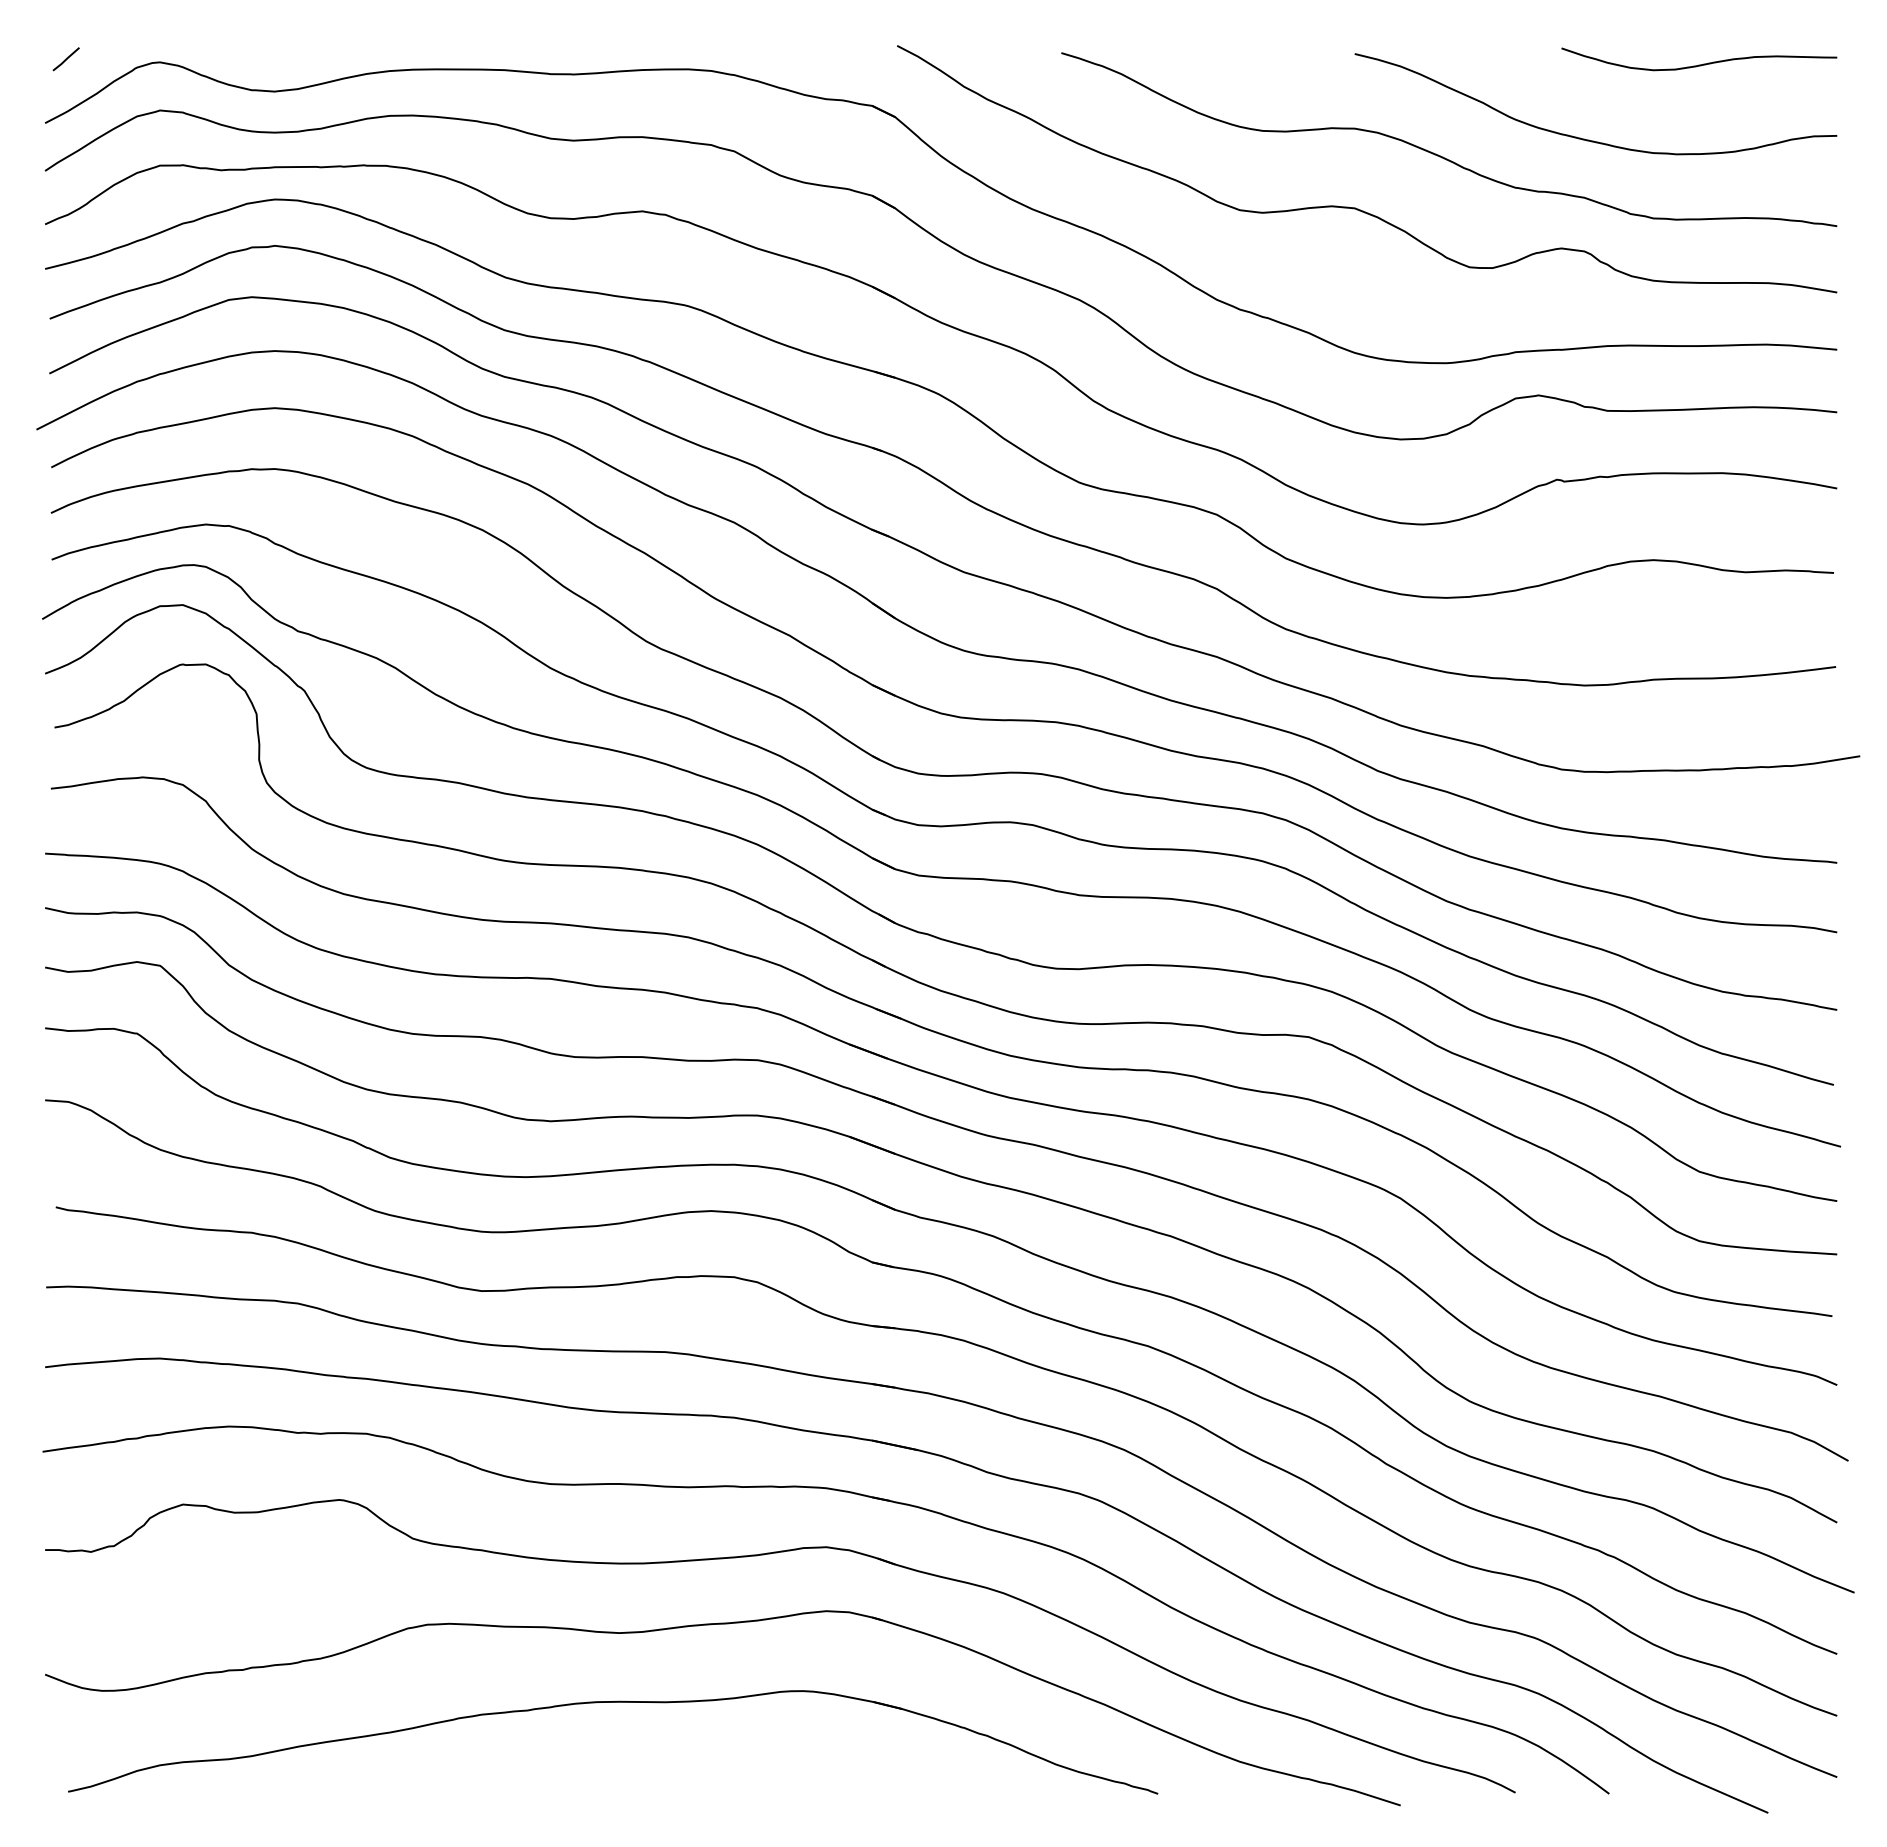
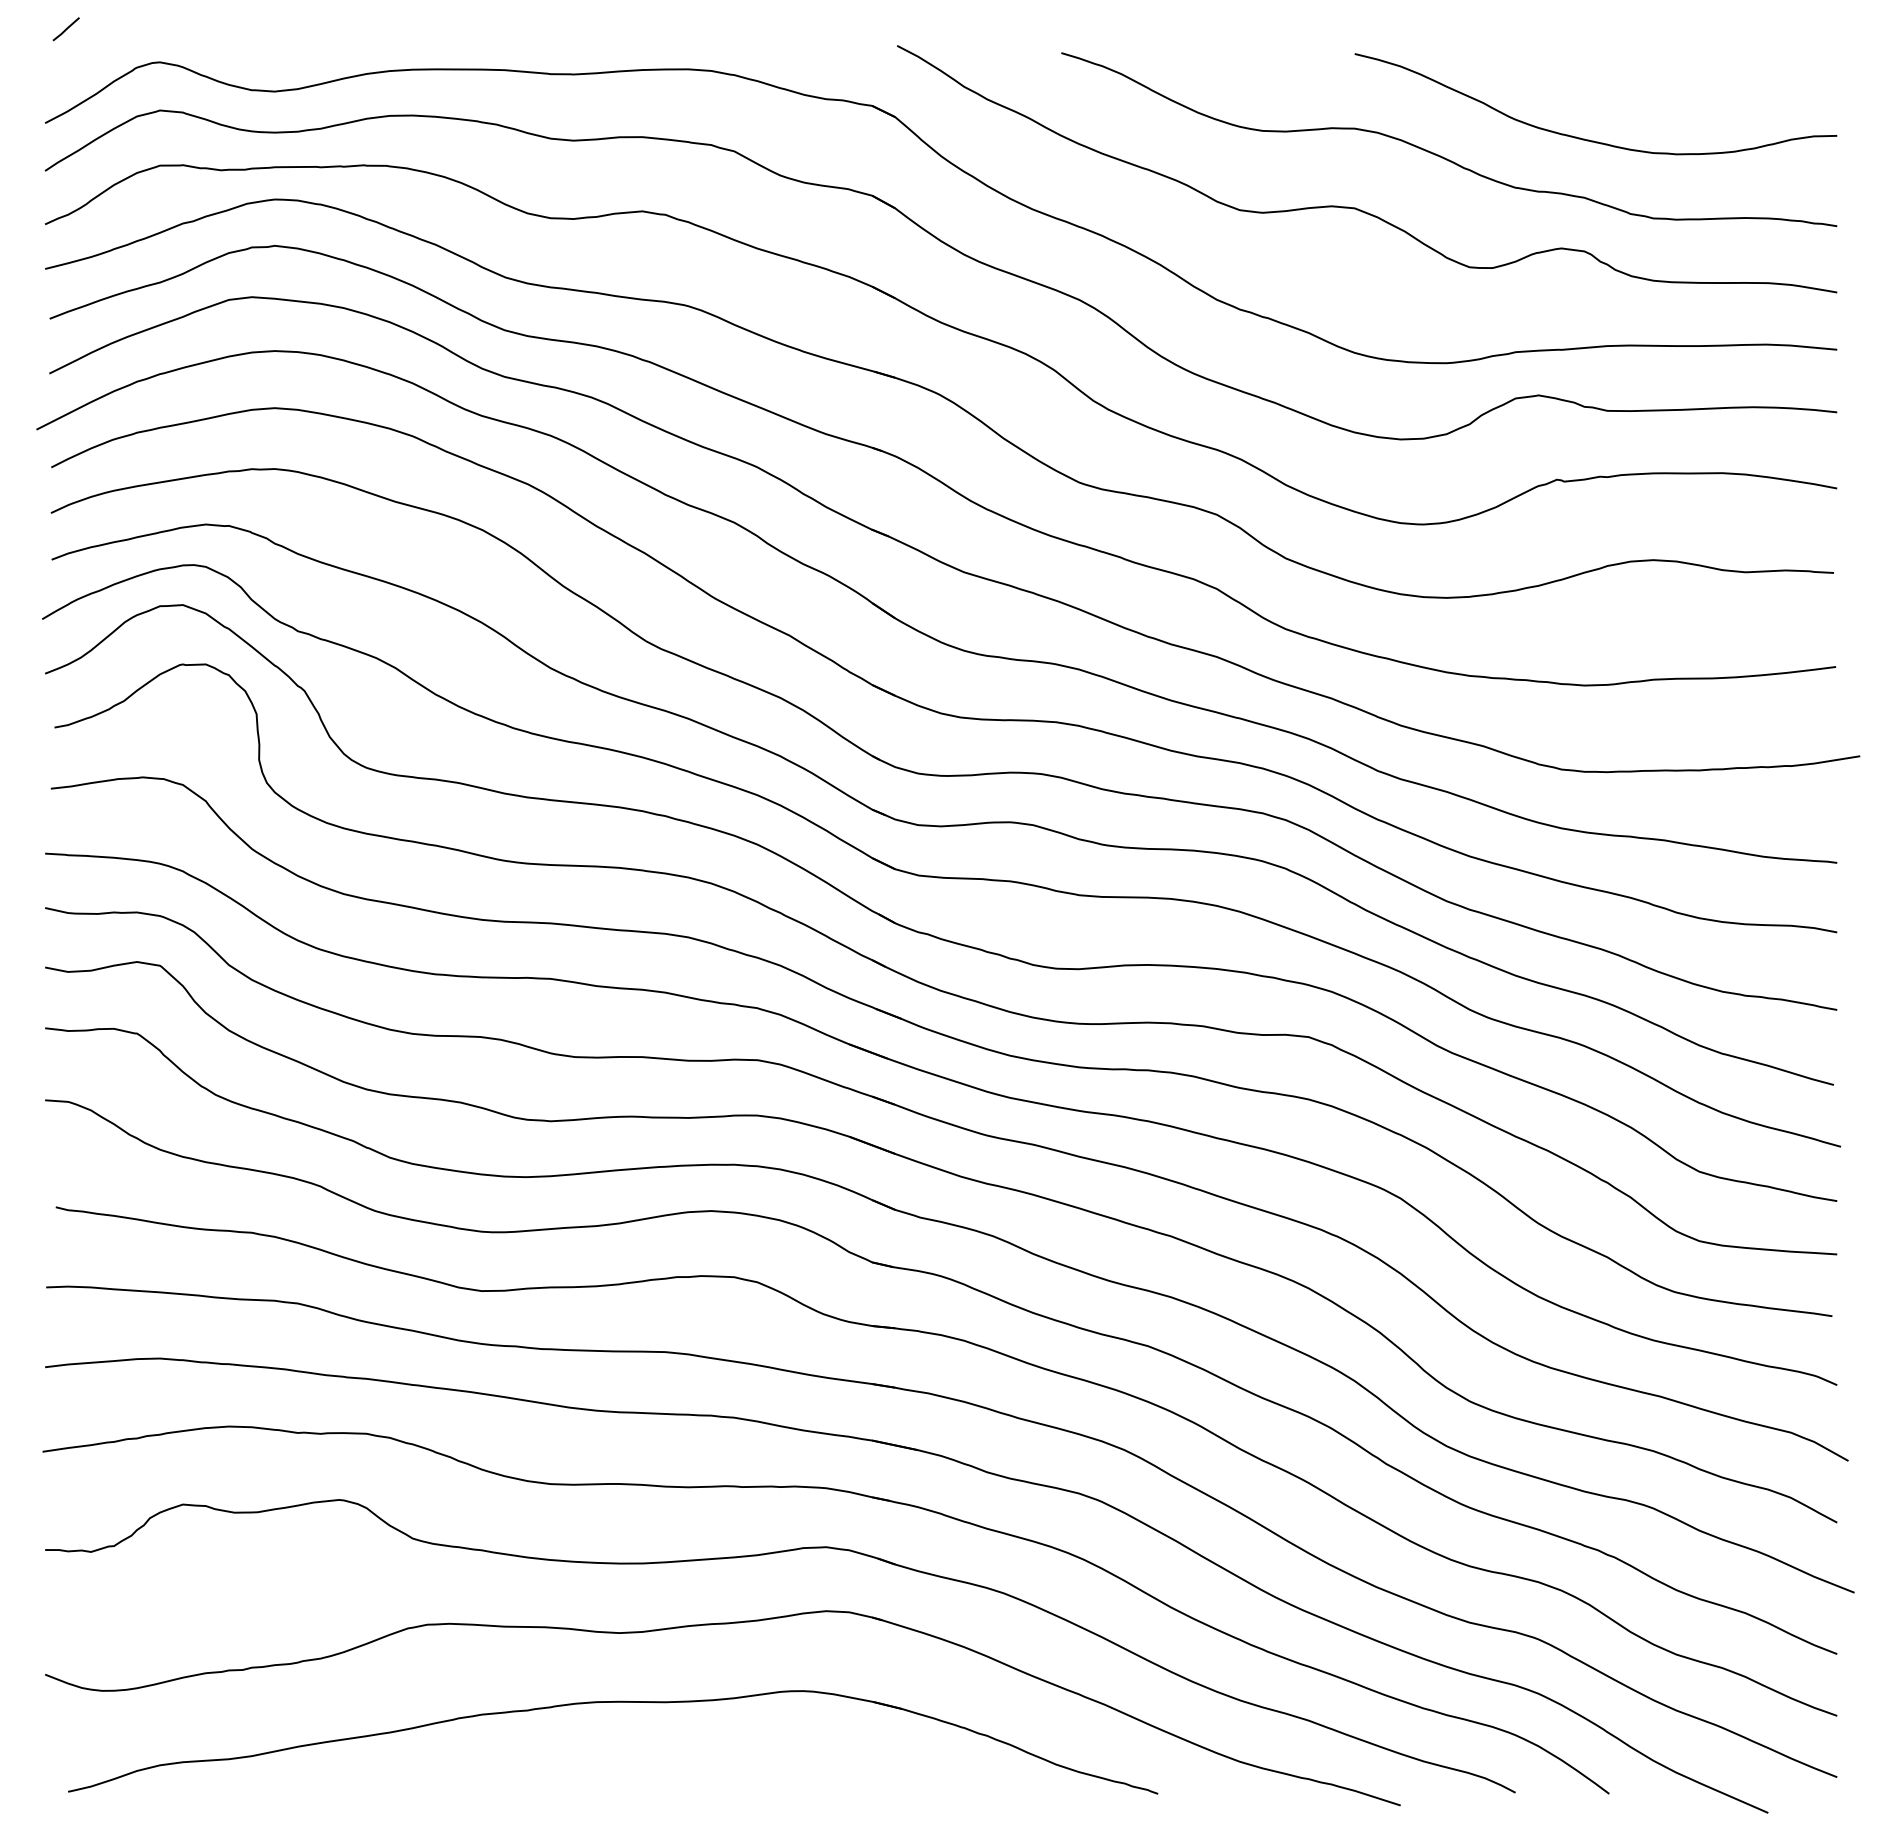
line at (65, 59) position: (65, 59) -> (65, 29)
curve at (1699, 64): present -> none
